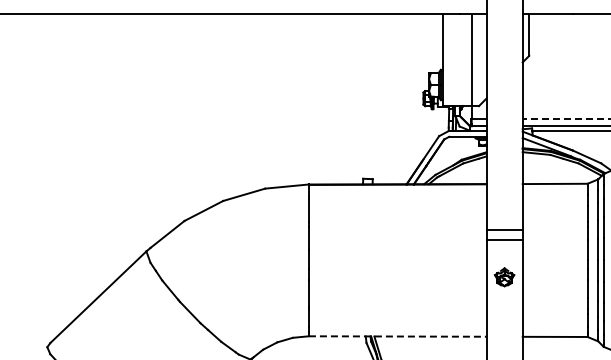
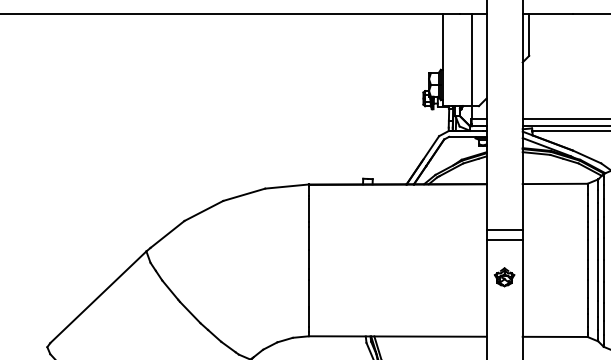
line at (566, 119): dashed -> solid
line at (397, 336): dashed -> solid
